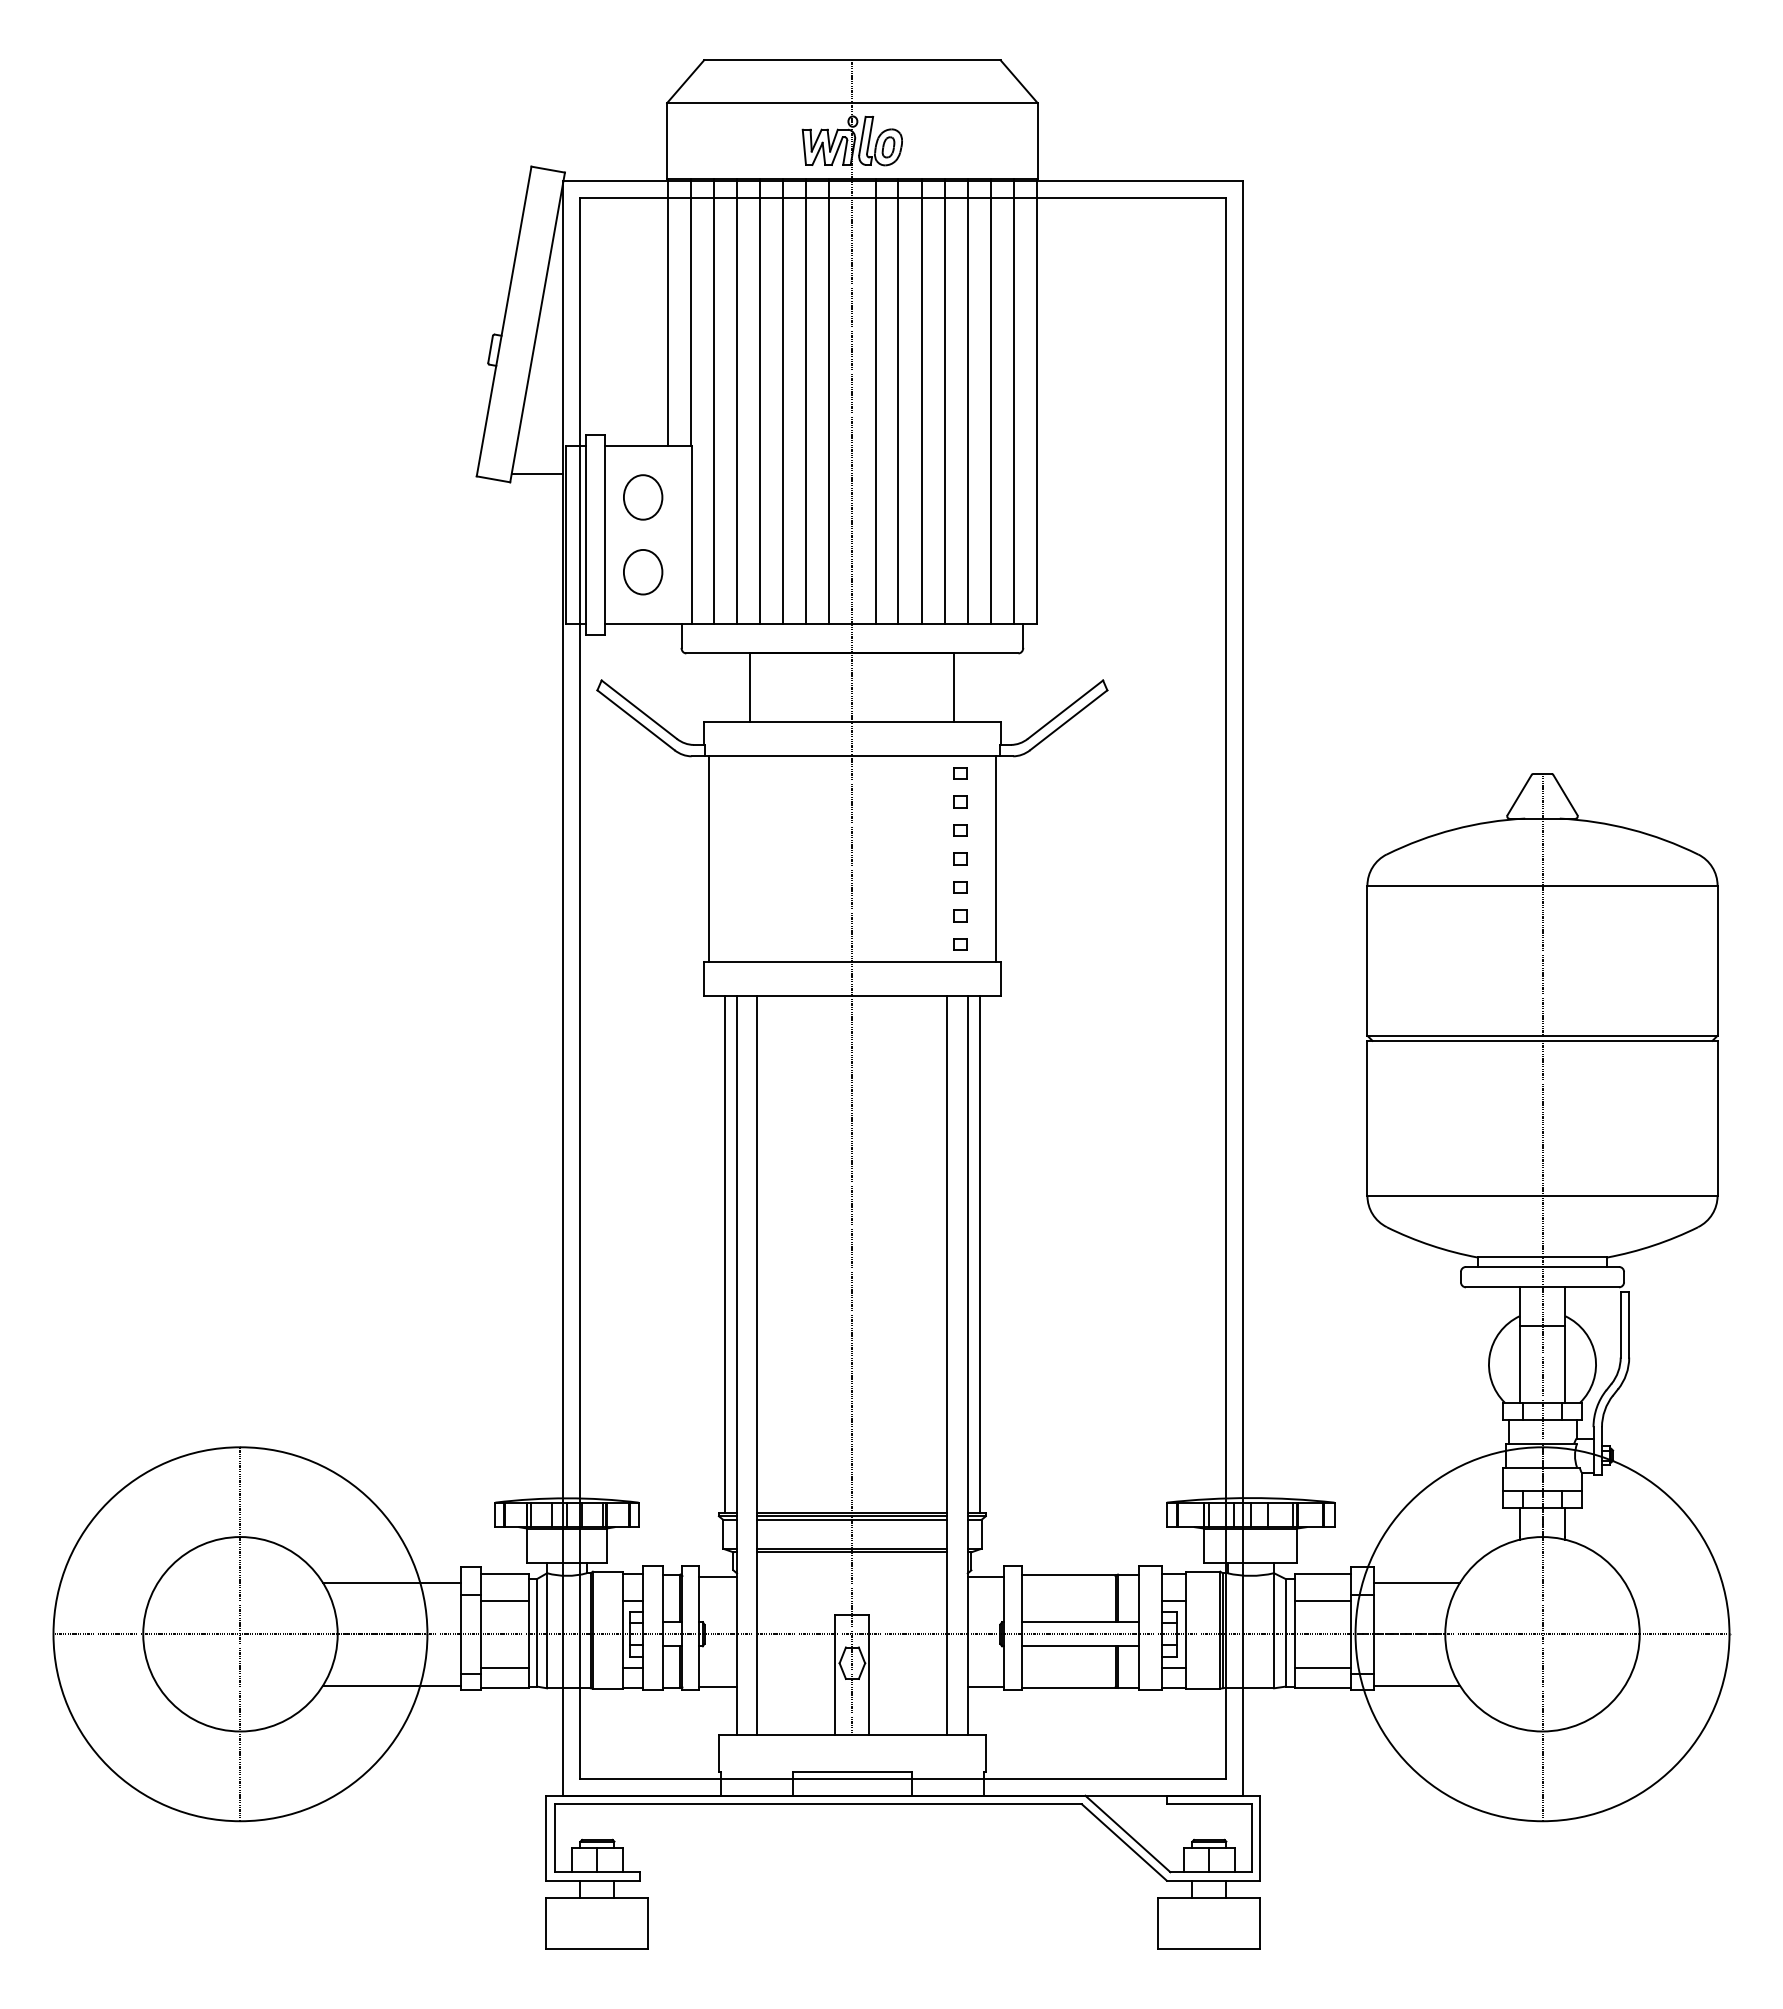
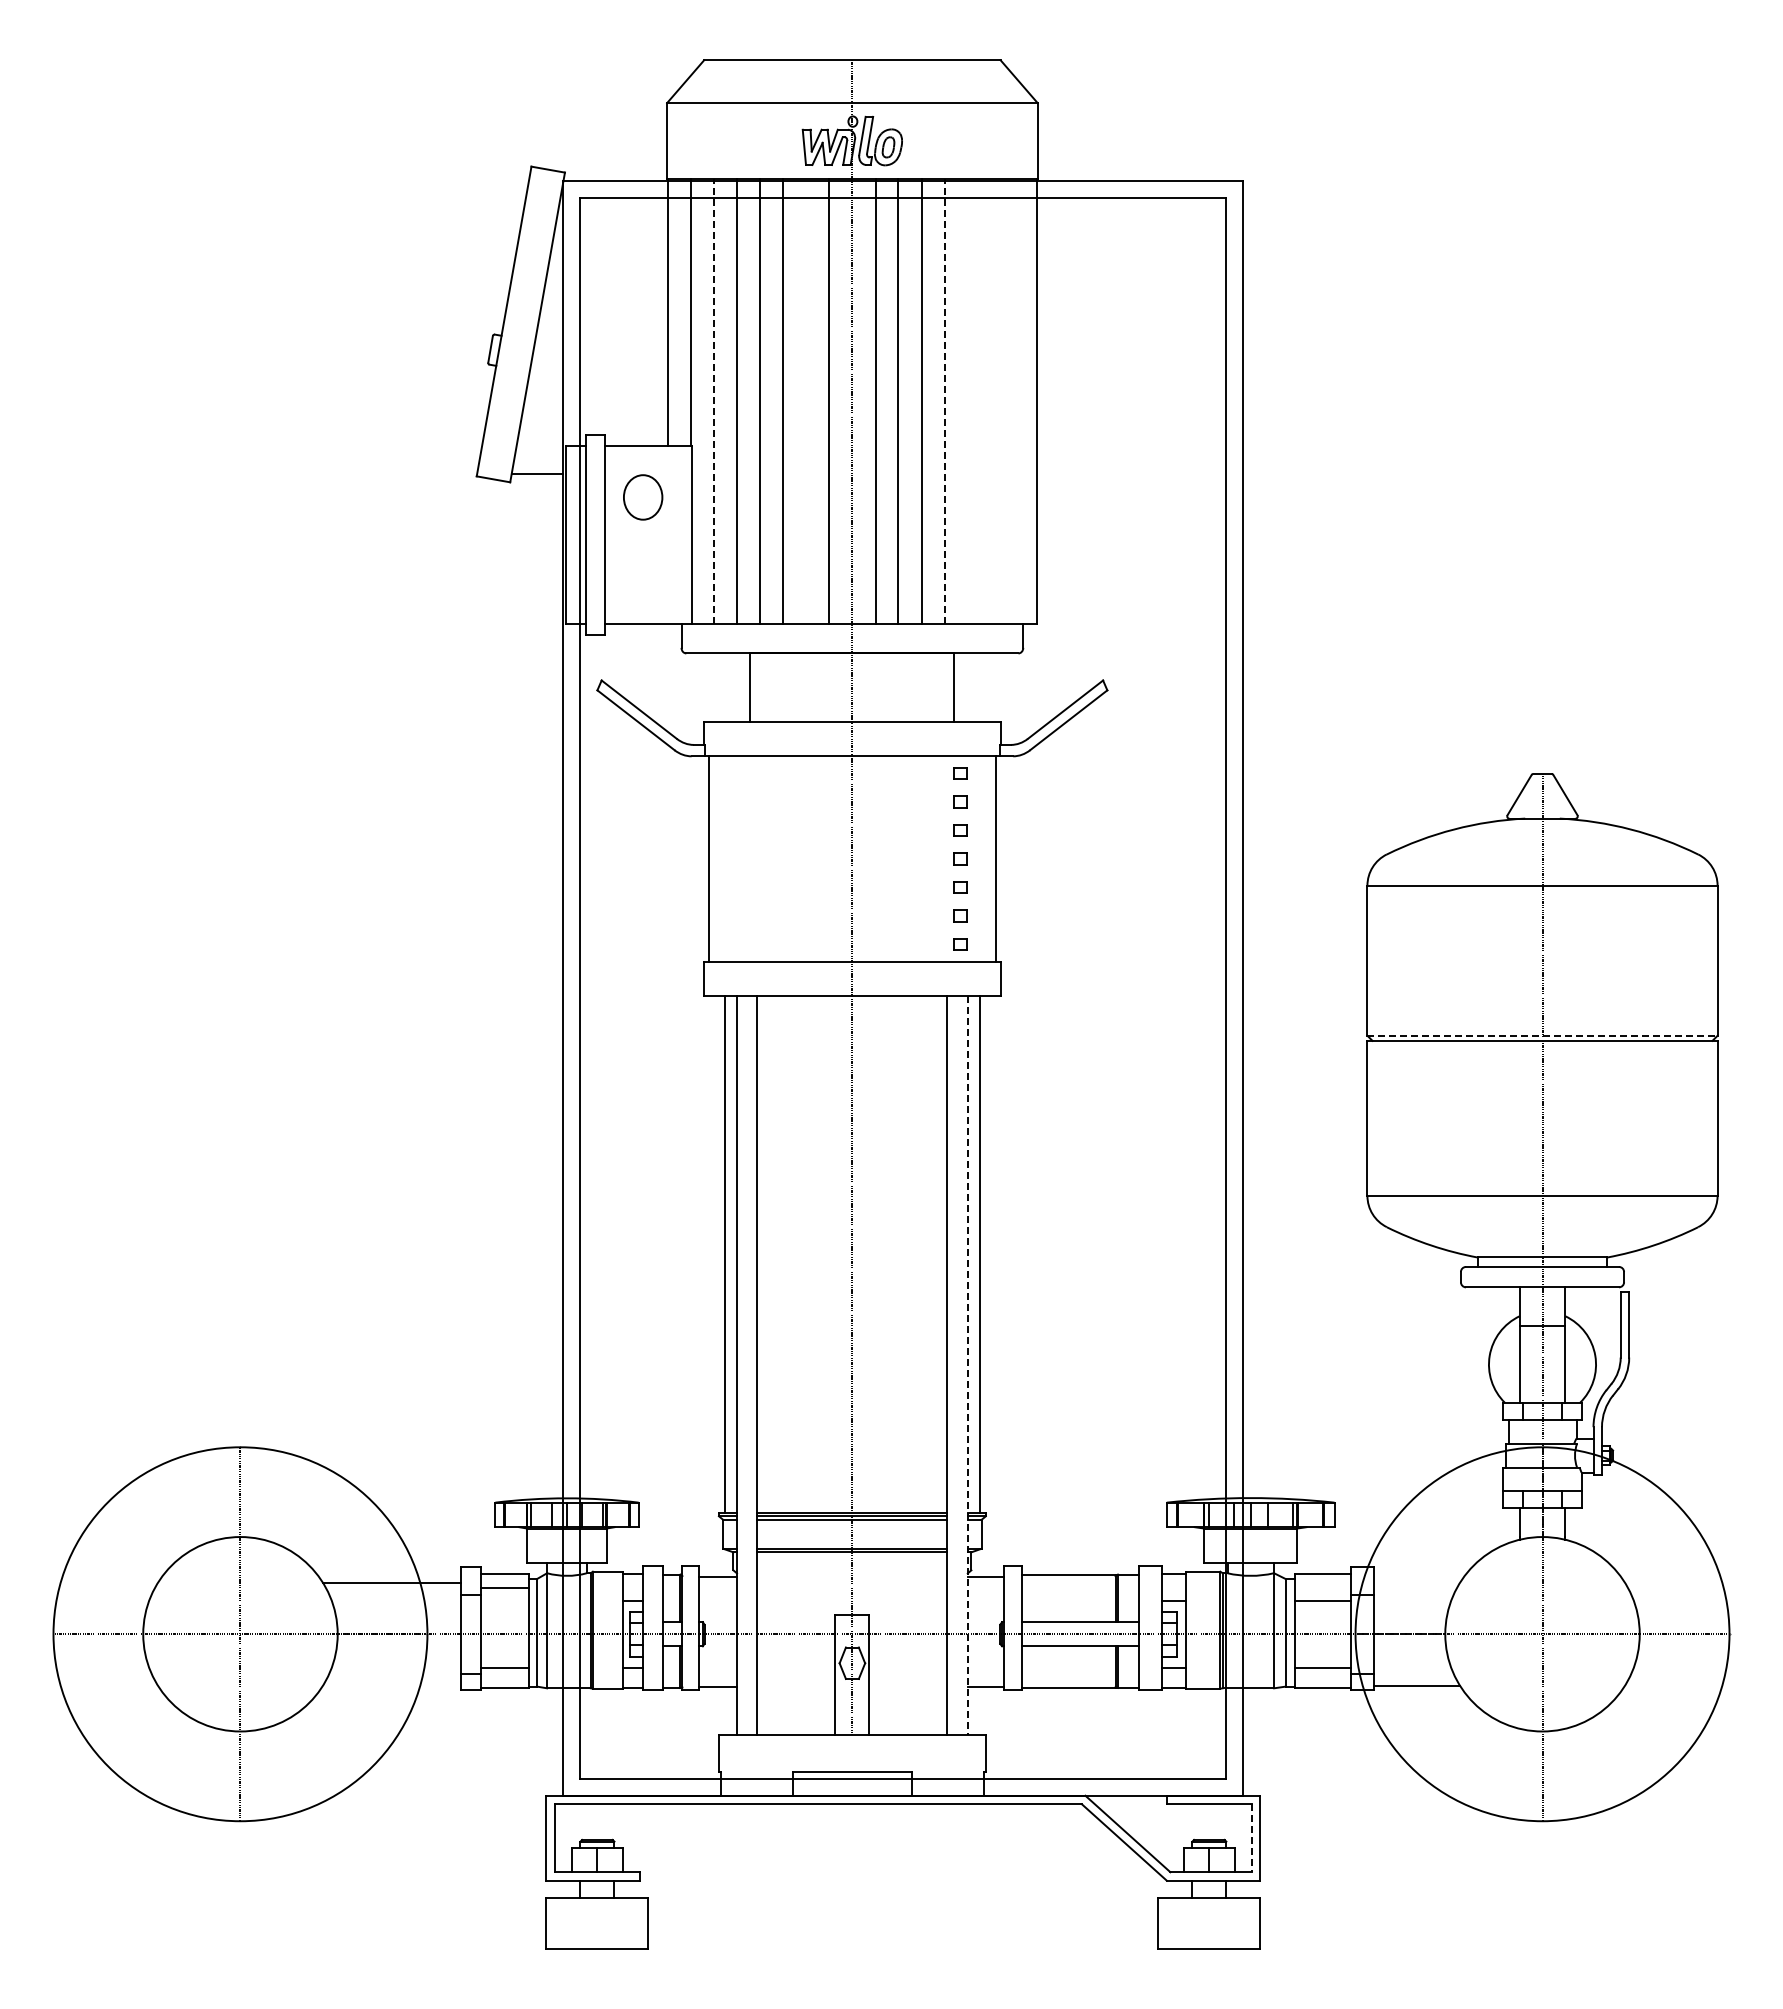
line at (806, 400): present -> none
line at (967, 400): present -> none
line at (990, 400): present -> none
line at (1013, 400): present -> none
line at (714, 401): solid -> dashed
line at (944, 401): solid -> dashed
part at (643, 572): present -> none
line at (1543, 1035): solid -> dashed
line at (967, 1365): solid -> dashed
line at (1417, 1582): present -> none
line at (505, 1600) position: (505, 1600) -> (505, 1587)
line at (391, 1685): present -> none
line at (1251, 1838): solid -> dashed
